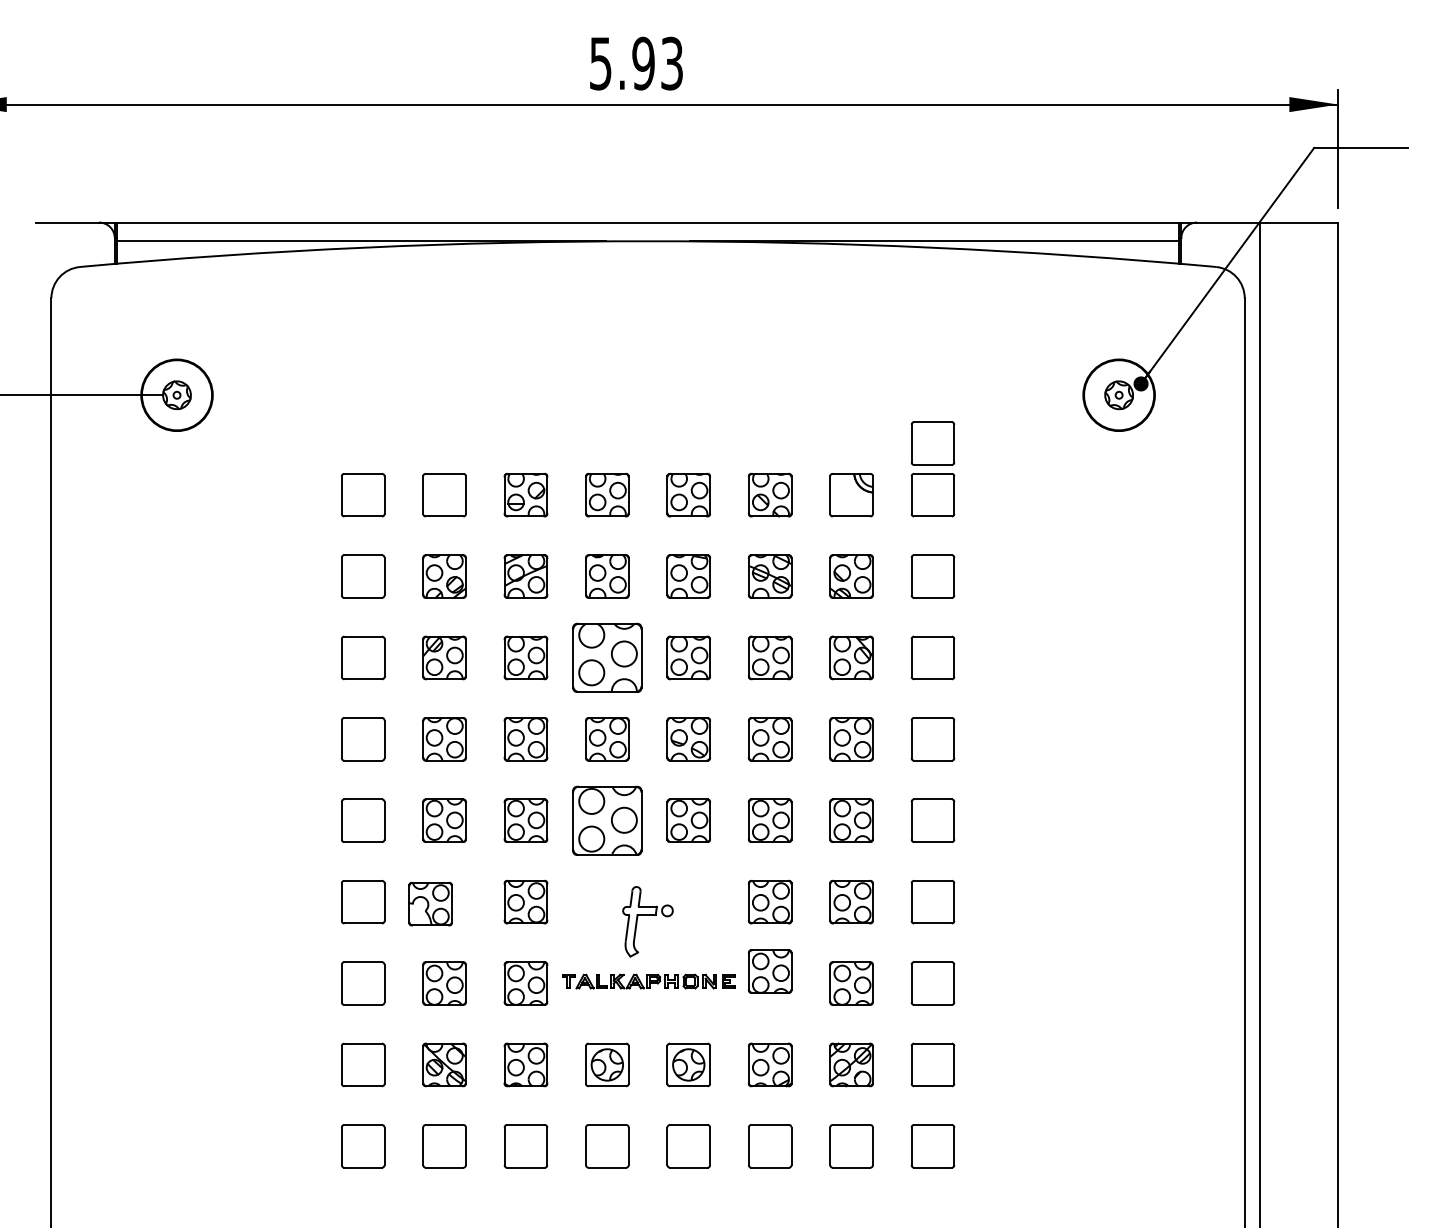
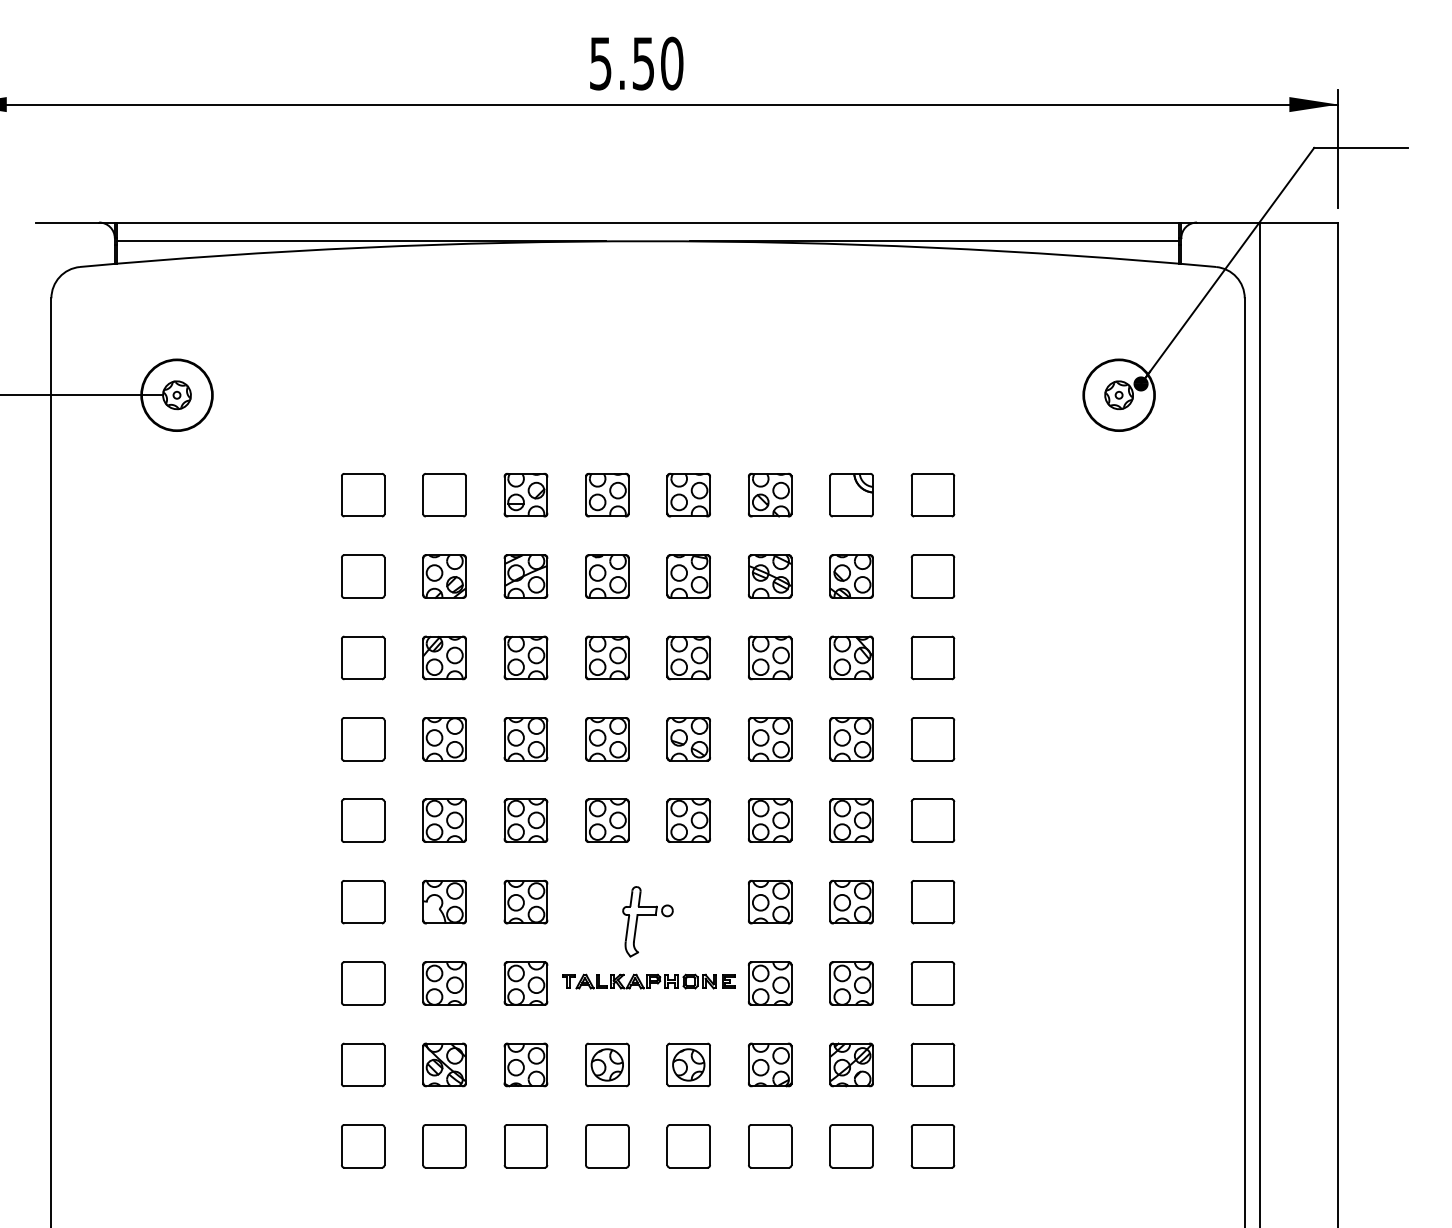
text at (657, 63): 5.93 -> 5.50
part at (932, 443): present -> none
part at (607, 657) size: 71x71 px -> 45x46 px
part at (607, 820) size: 71x71 px -> 45x45 px
part at (430, 903) position: (430, 903) -> (444, 901)
part at (770, 971) position: (770, 971) -> (770, 983)
